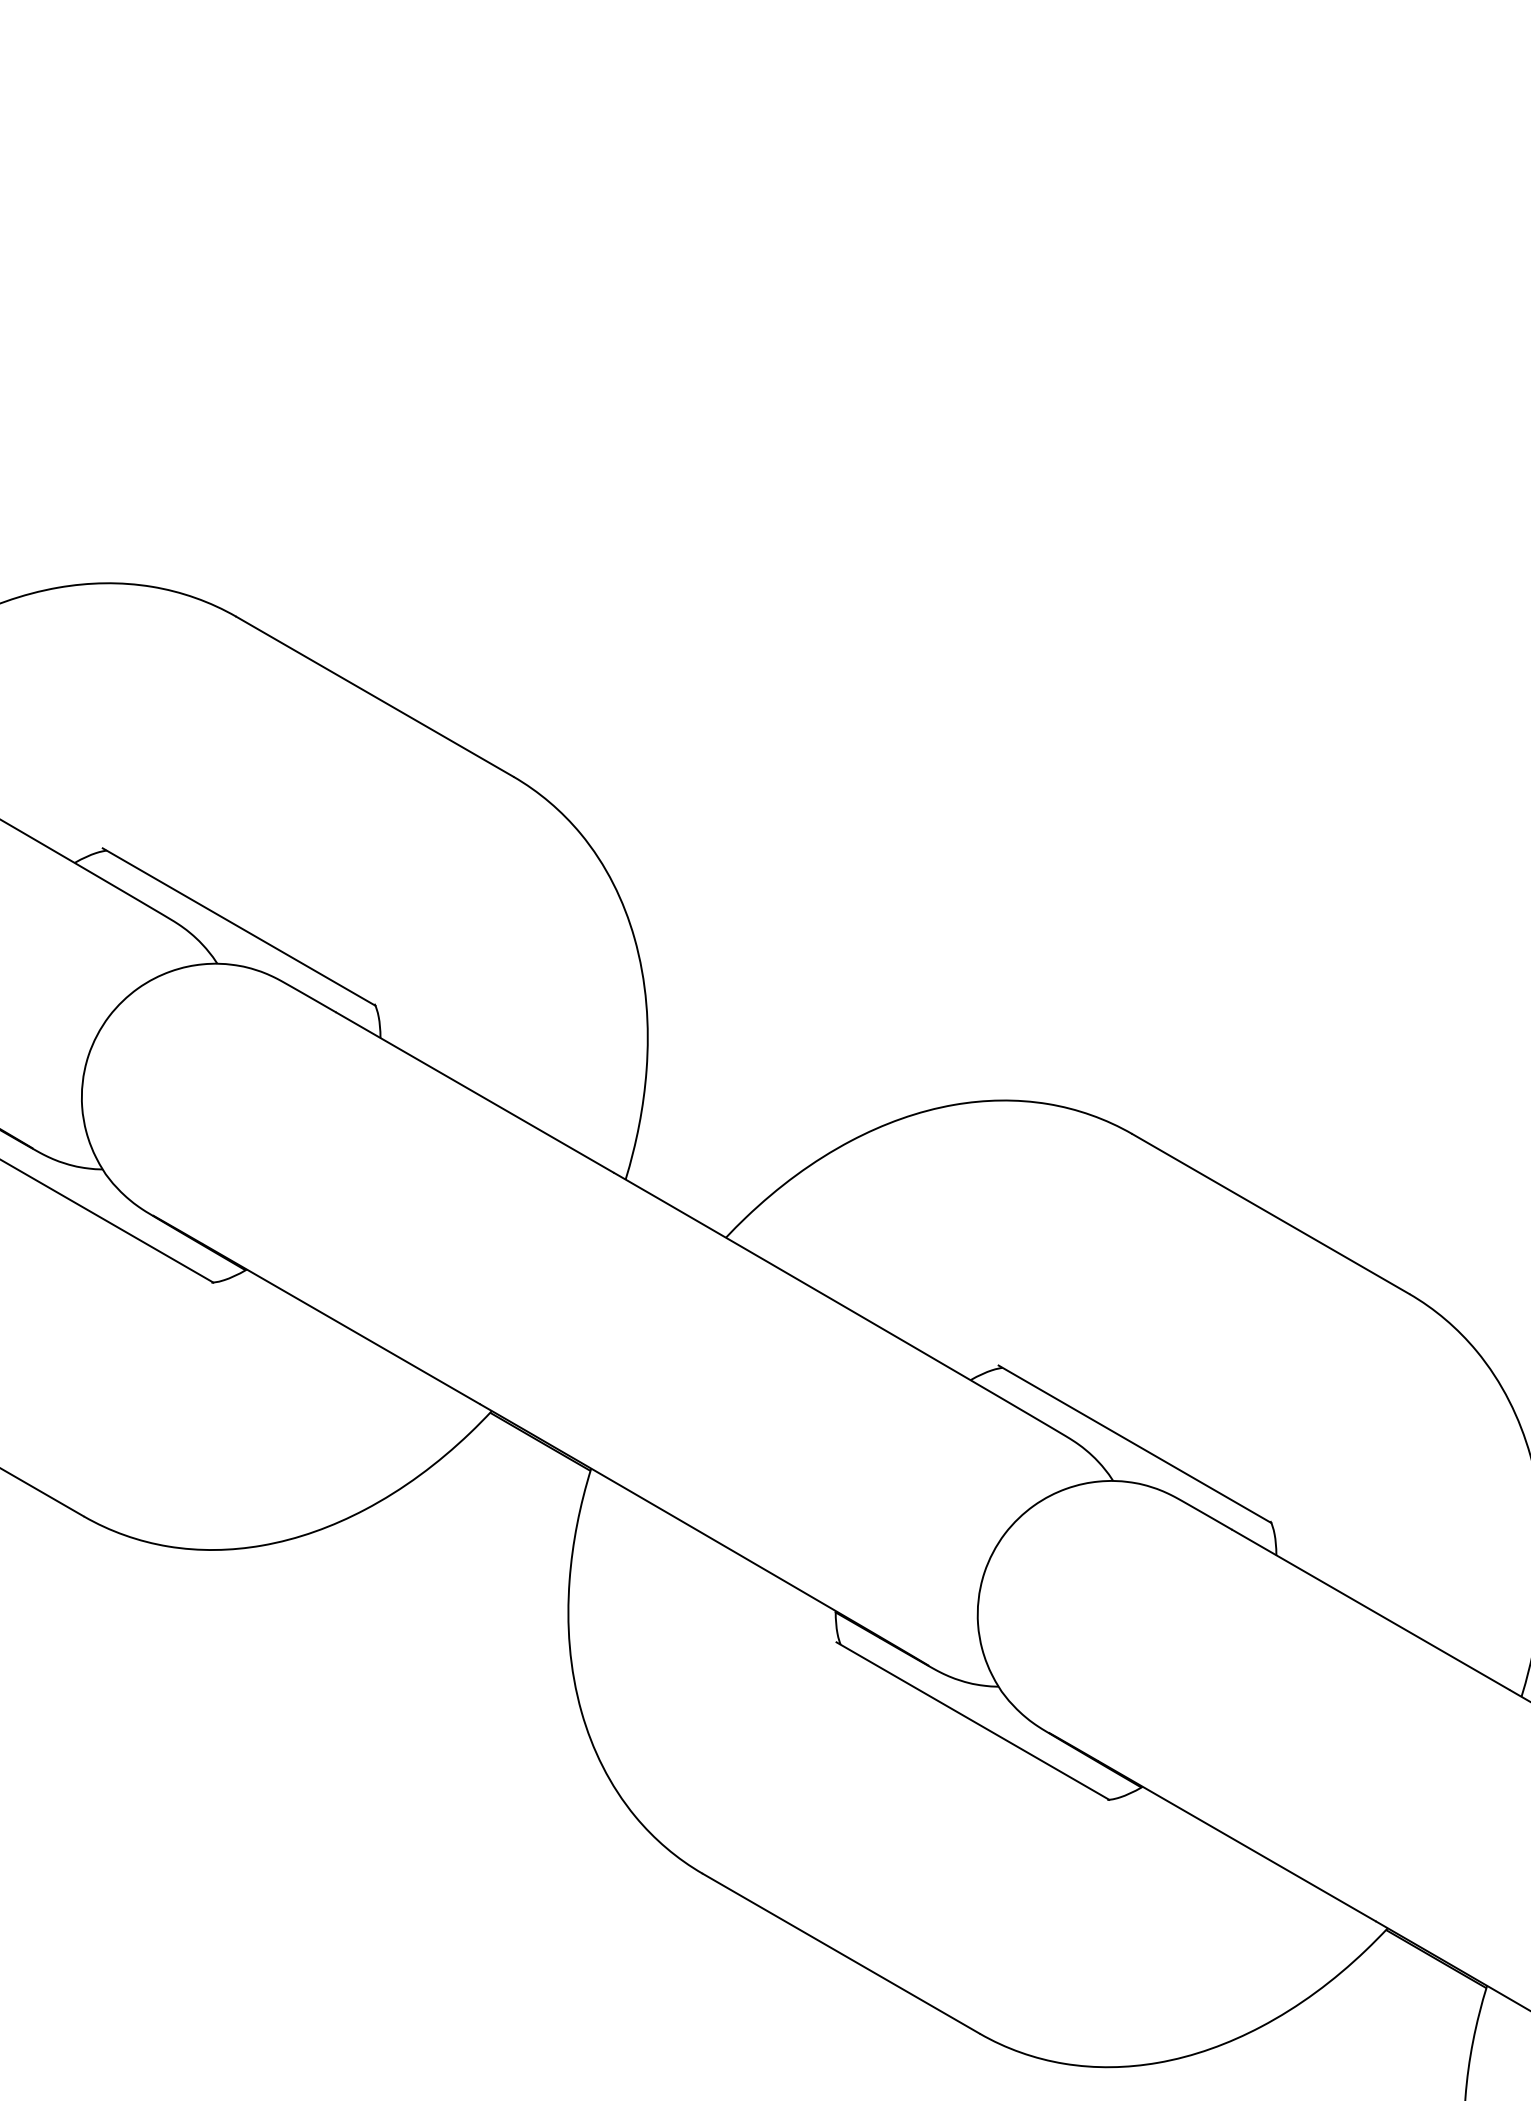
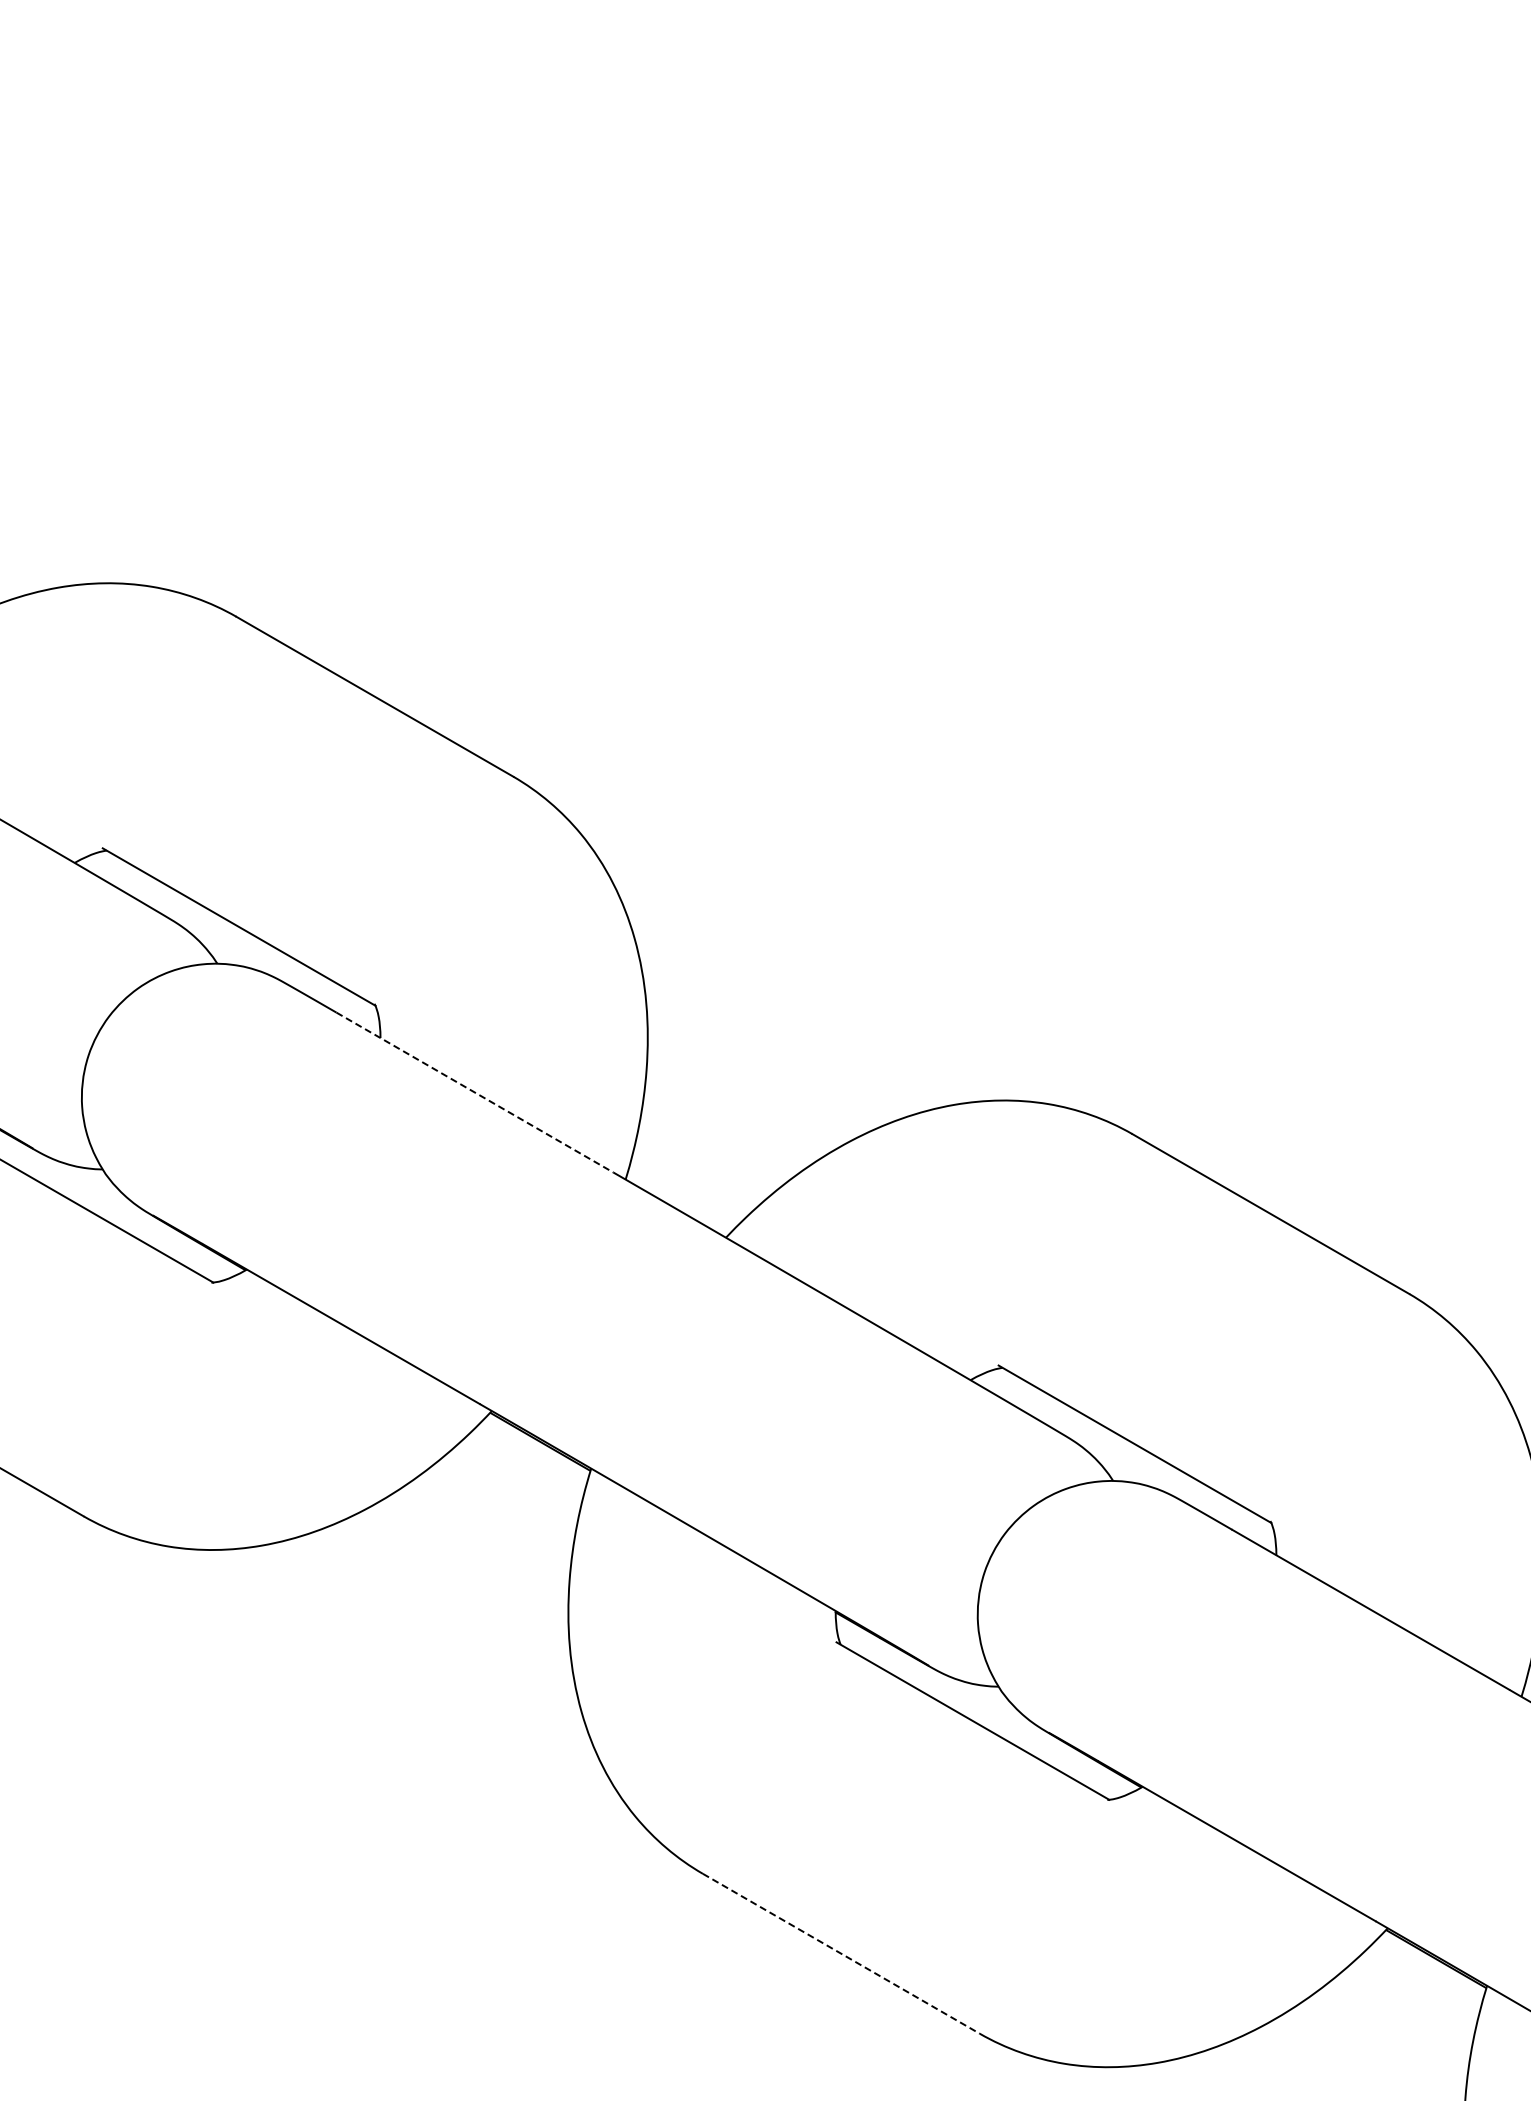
line at (474, 1092): solid -> dashed
line at (841, 1953): solid -> dashed
